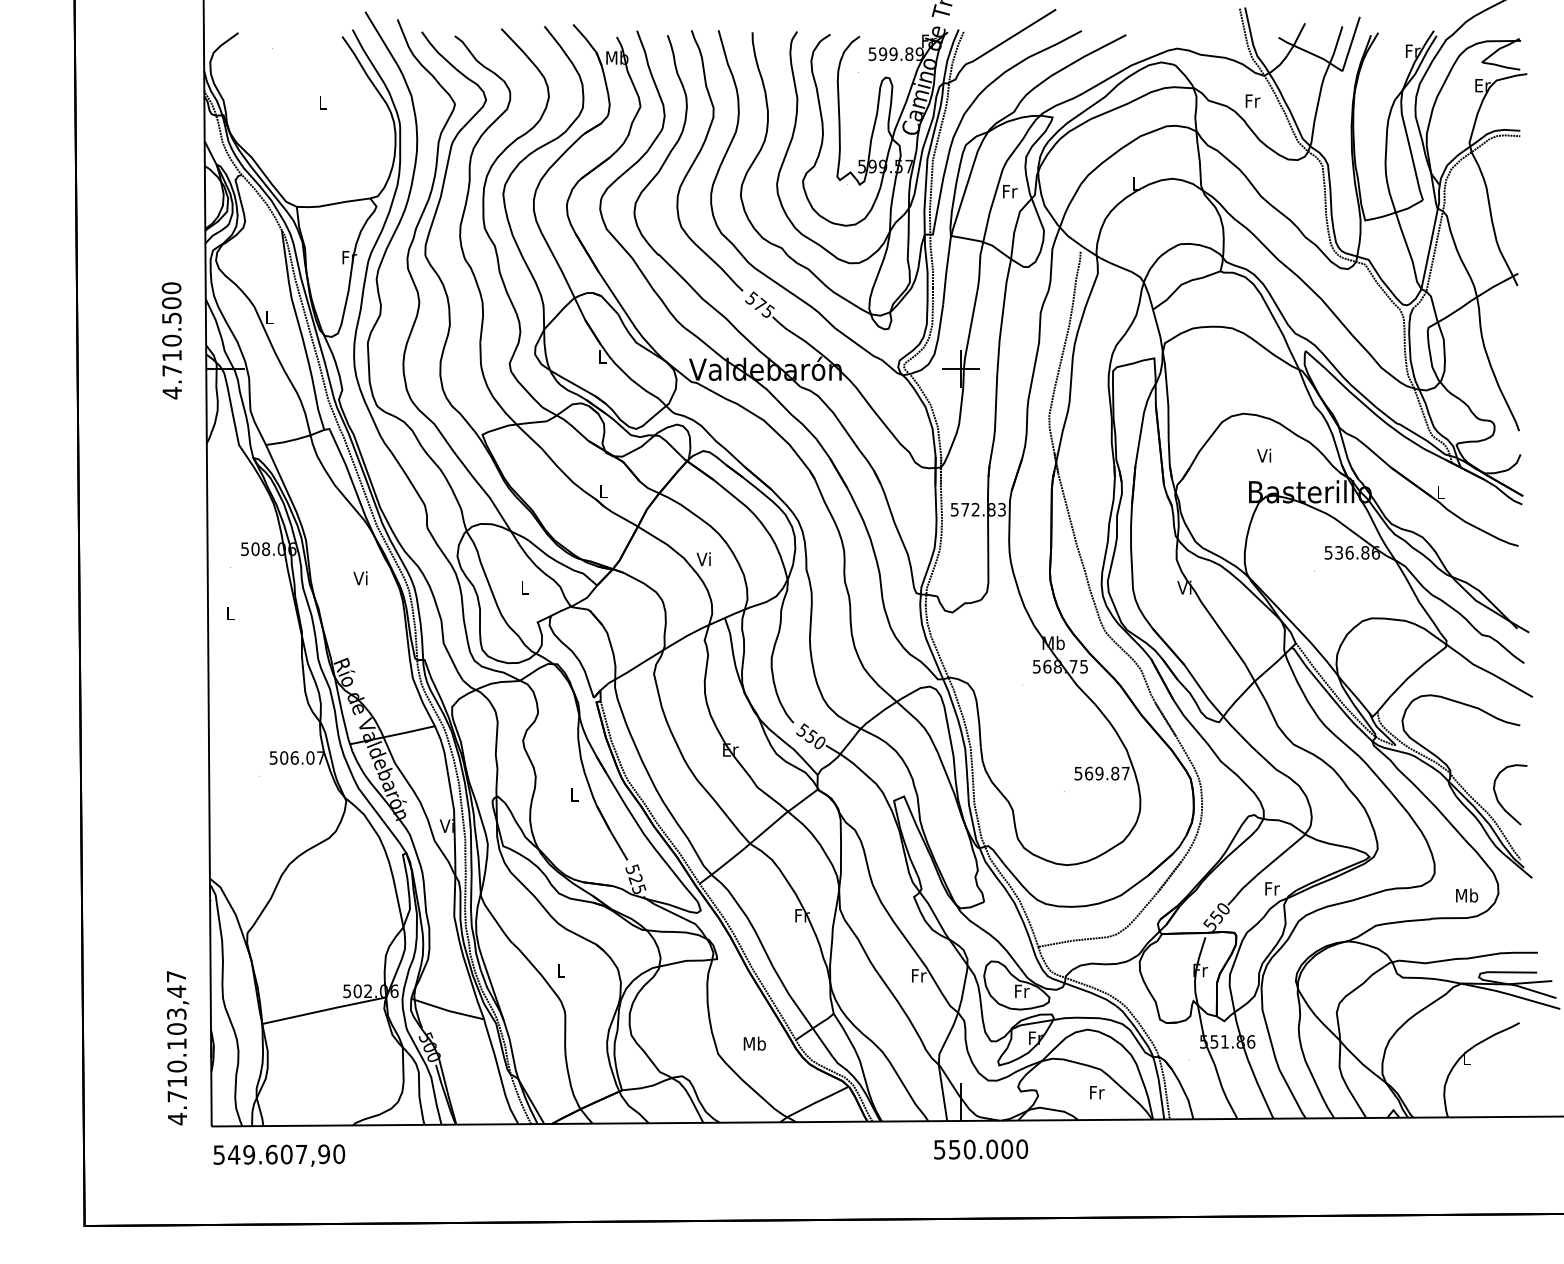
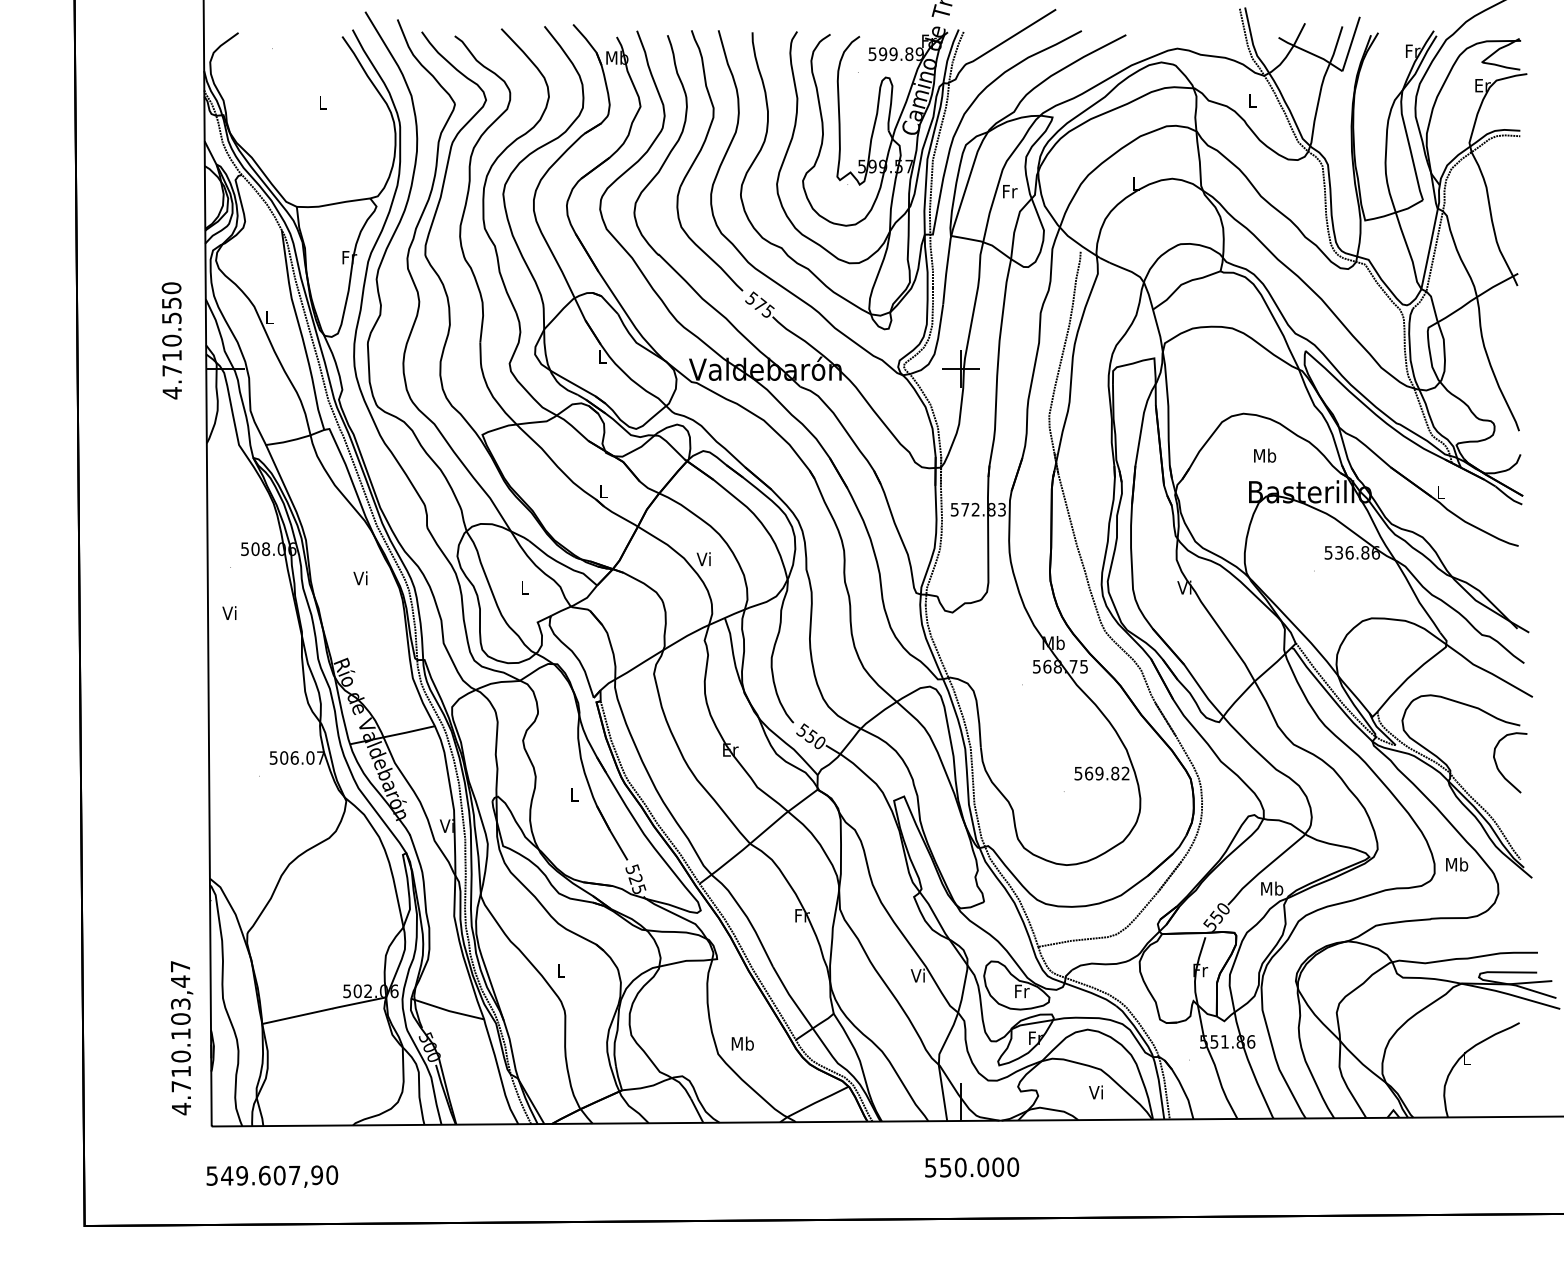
text at (1252, 100): Fr -> L
text at (171, 303): 4.710.500 -> 4.710.550
text at (1265, 455): Vi -> Mb
text at (229, 612): L -> Vi
text at (1125, 773): 569.87 -> 569.82
curve at (1498, 799) position: (1498, 799) -> (1498, 767)
text at (1272, 888): Fr -> Mb
text at (1467, 895) position: (1467, 895) -> (1457, 864)
text at (918, 975): Fr -> Vi
text at (754, 1043) position: (754, 1043) -> (742, 1043)
text at (178, 1048) position: (178, 1048) -> (182, 1038)
text at (1096, 1092): Fr -> Vi
text at (981, 1149) position: (981, 1149) -> (972, 1167)
text at (279, 1155) position: (279, 1155) -> (272, 1176)
